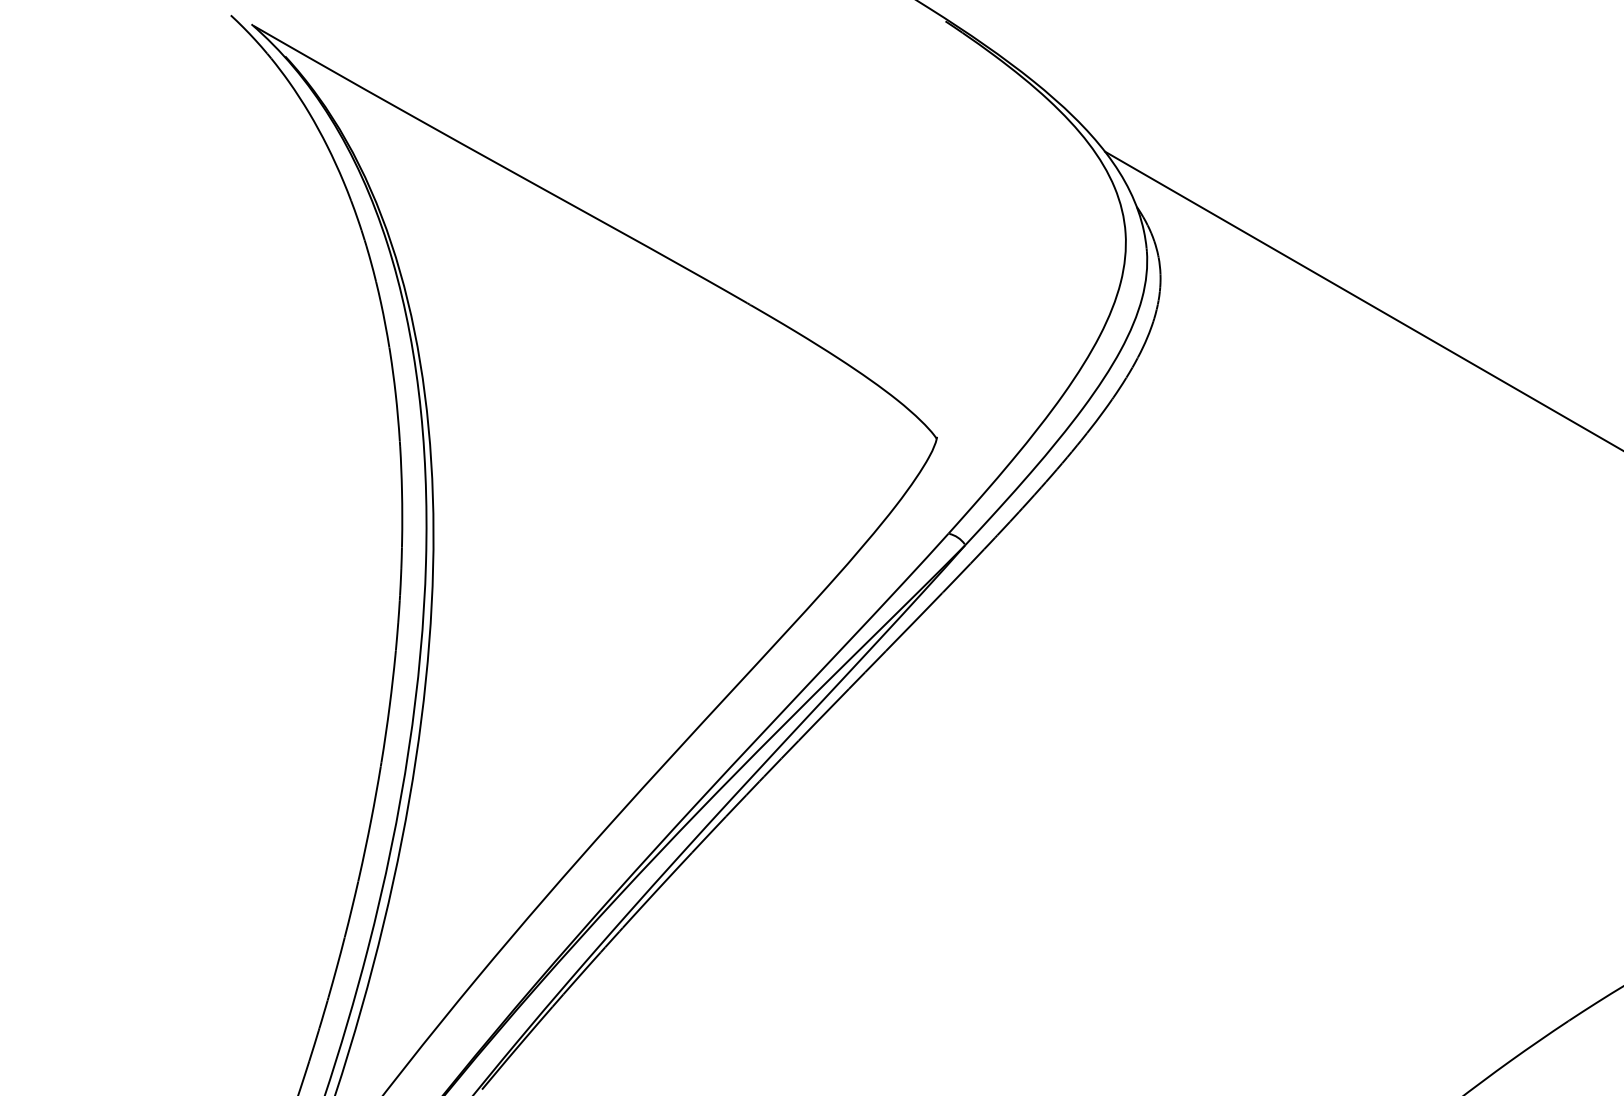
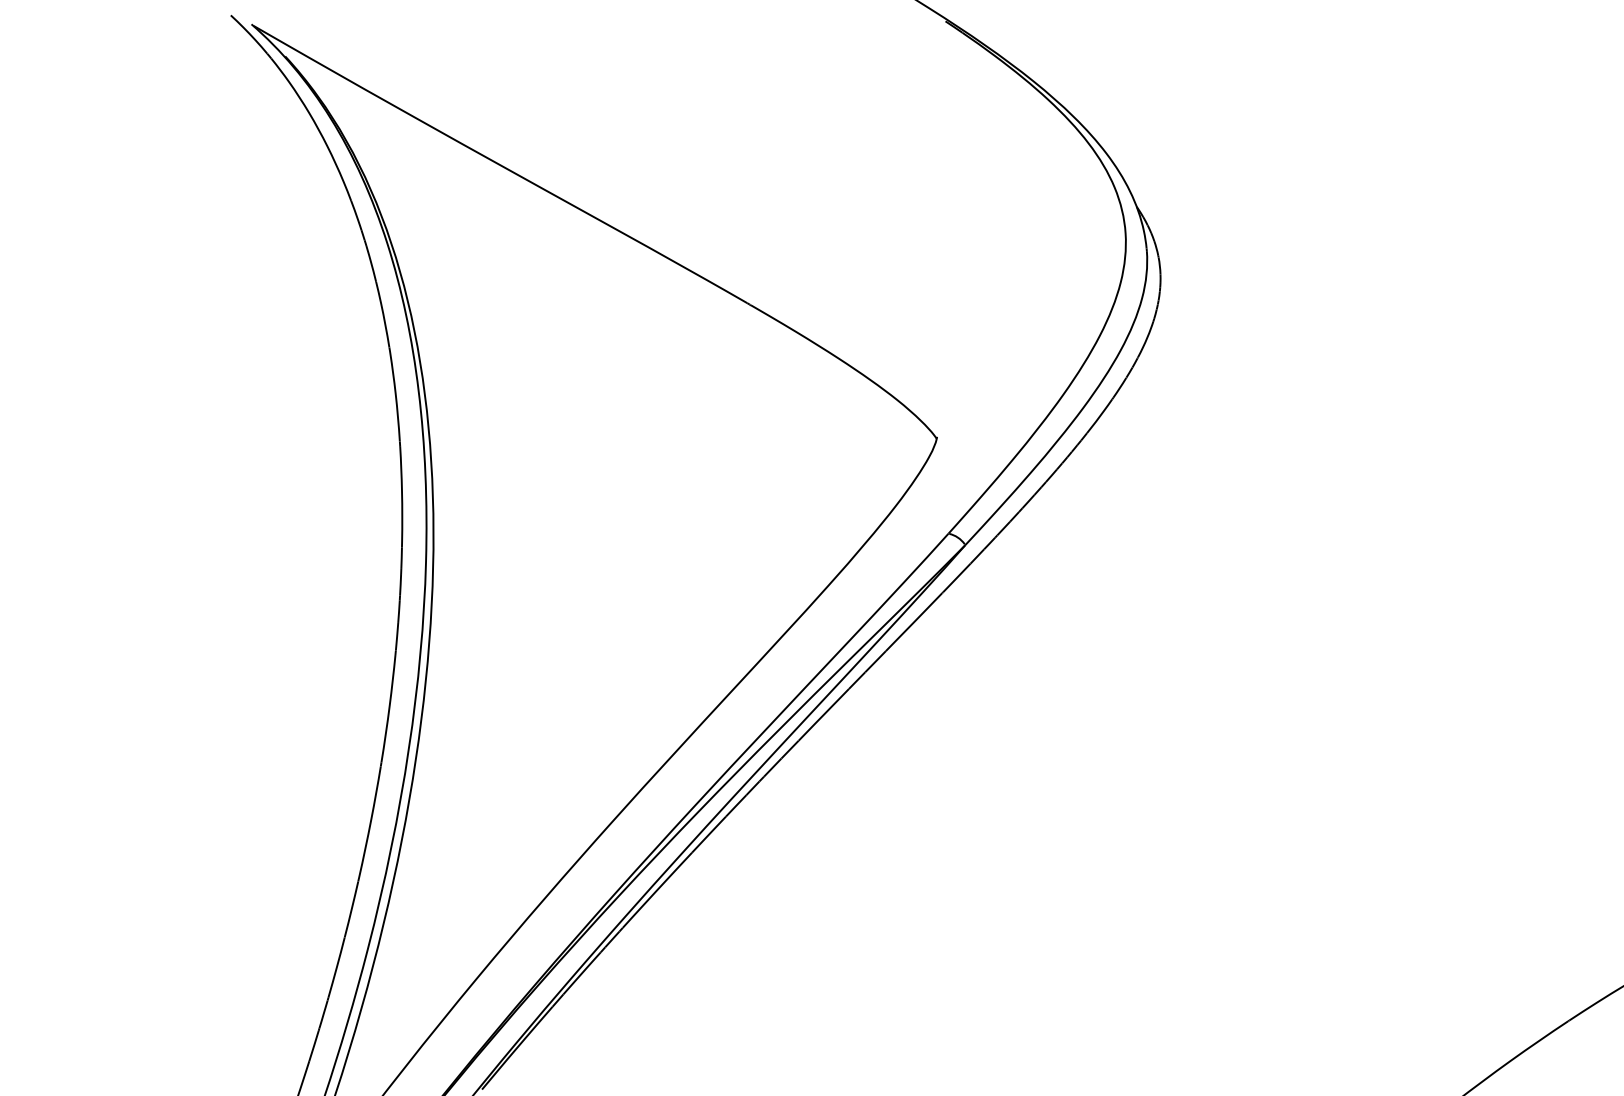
line at (1362, 300): present -> none
